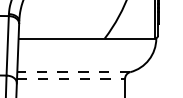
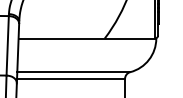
line at (73, 72): dashed -> solid
line at (71, 78): dashed -> solid
